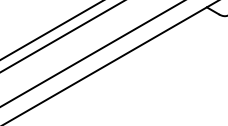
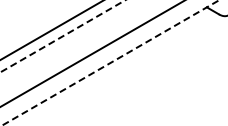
line at (62, 36): solid -> dashed
line at (110, 62): solid -> dashed
